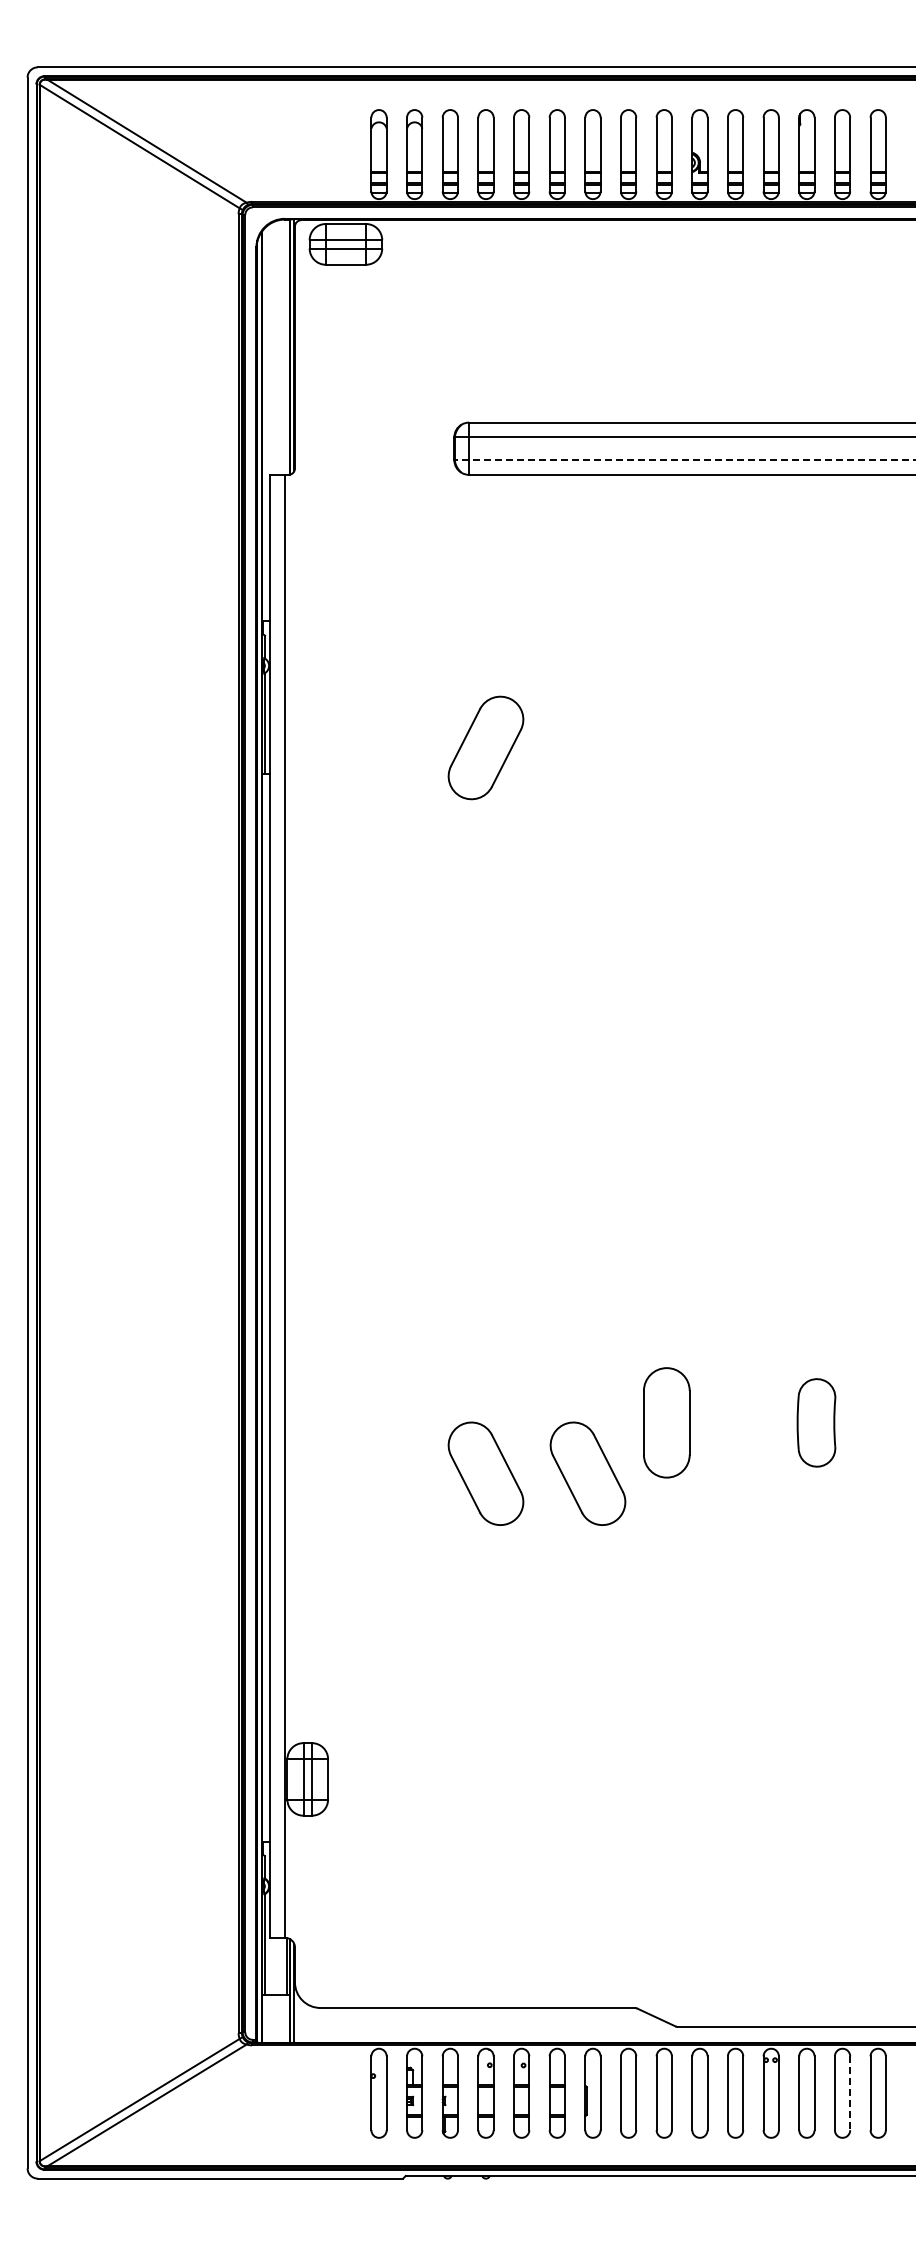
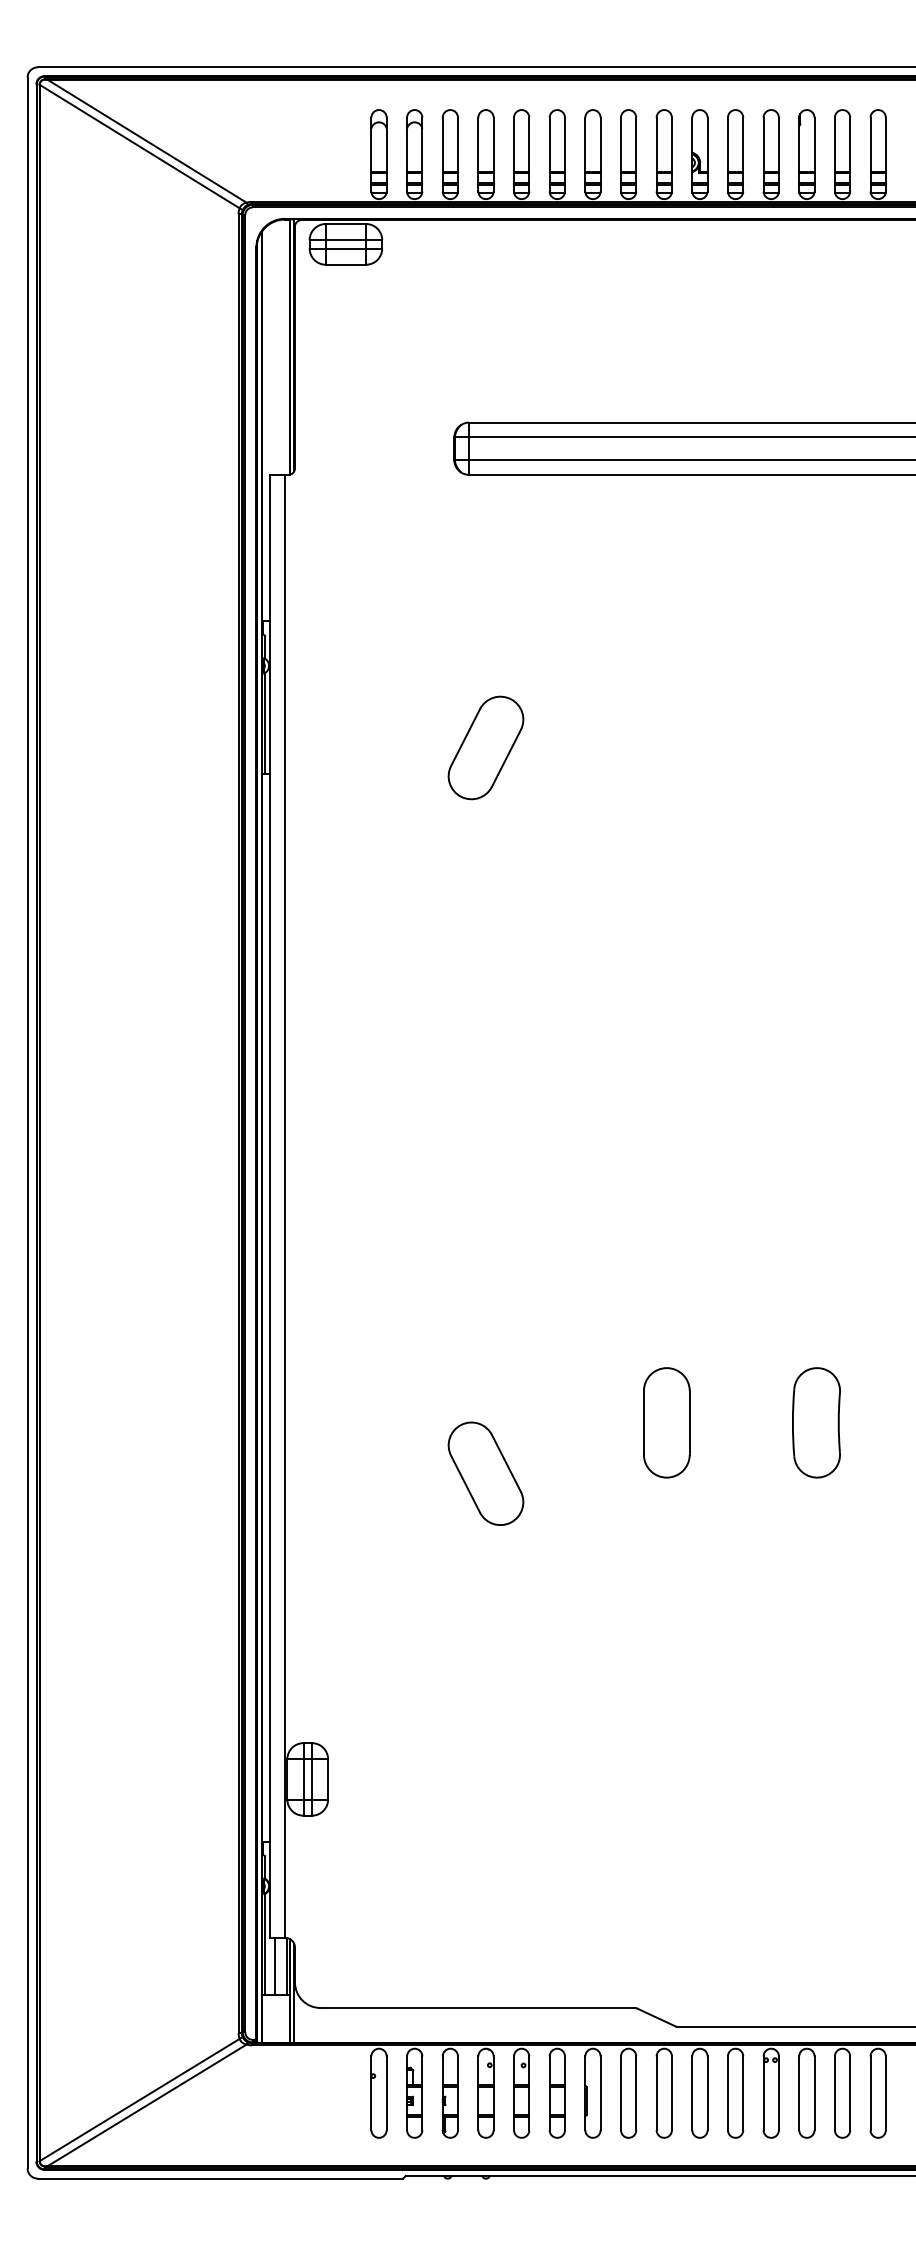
line at (684, 460): dashed -> solid
part at (816, 1422) size: 41x90 px -> 49x112 px
part at (587, 1473): present -> none
line at (274, 1965): none -> present
line at (850, 2093): dashed -> solid
